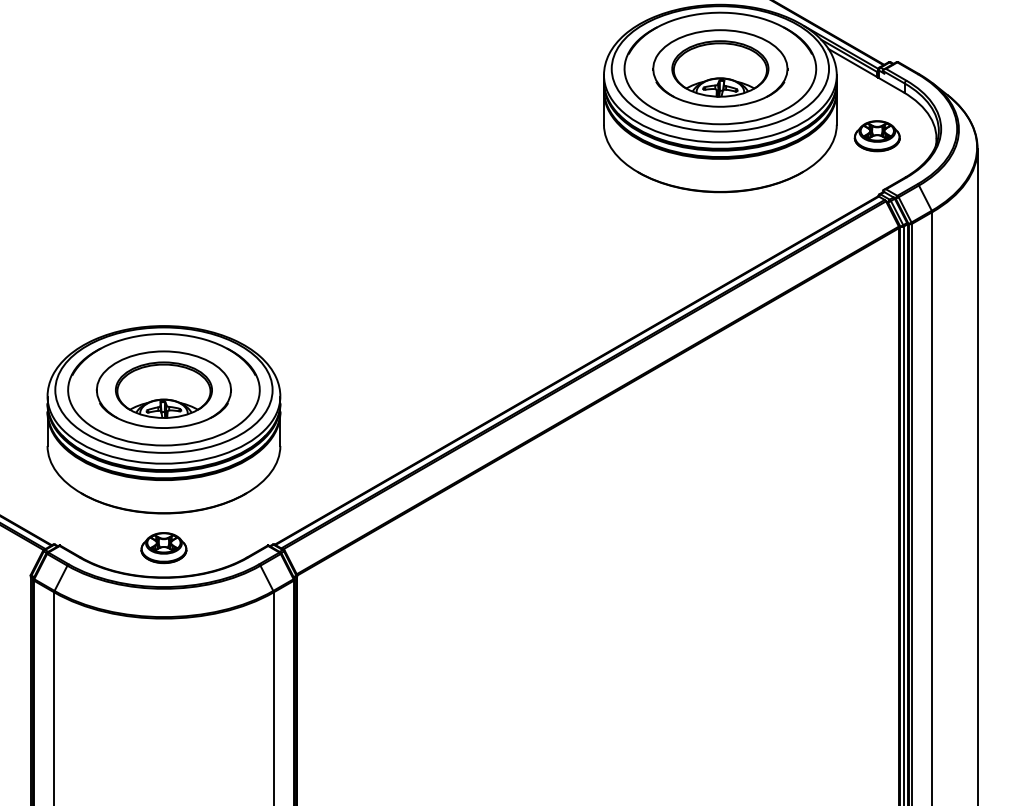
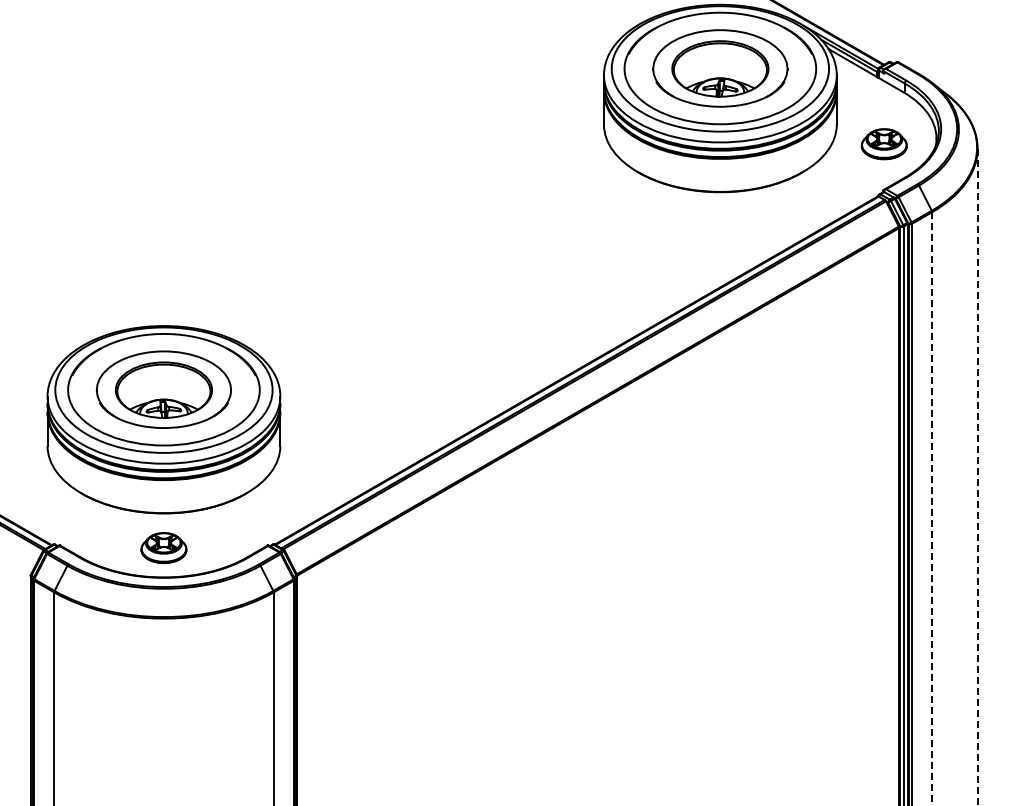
part at (876, 136) position: (876, 136) -> (883, 144)
line at (977, 477): solid -> dashed
line at (932, 509): solid -> dashed
